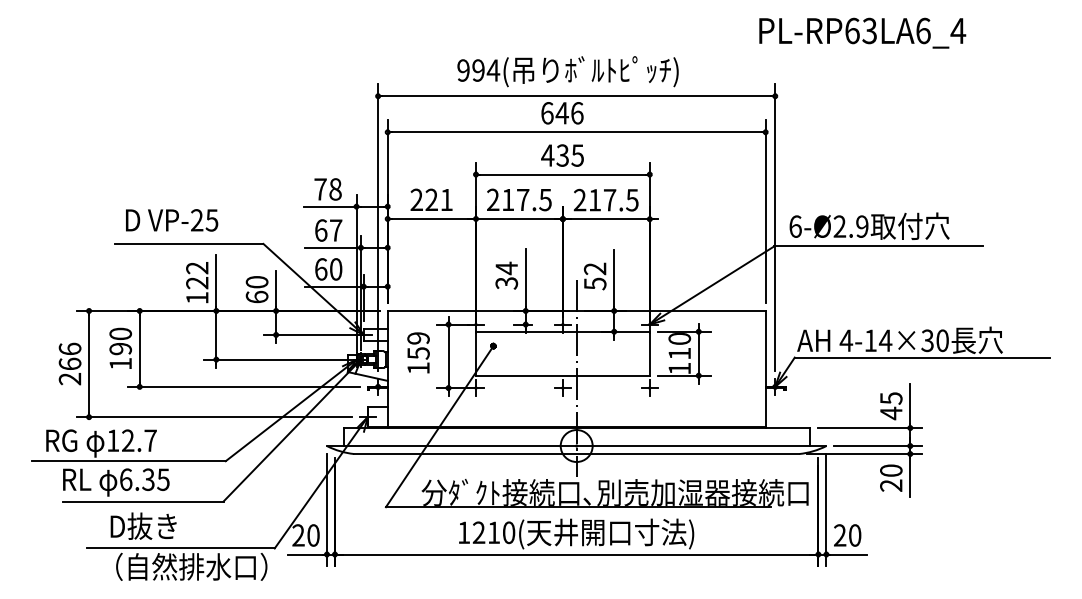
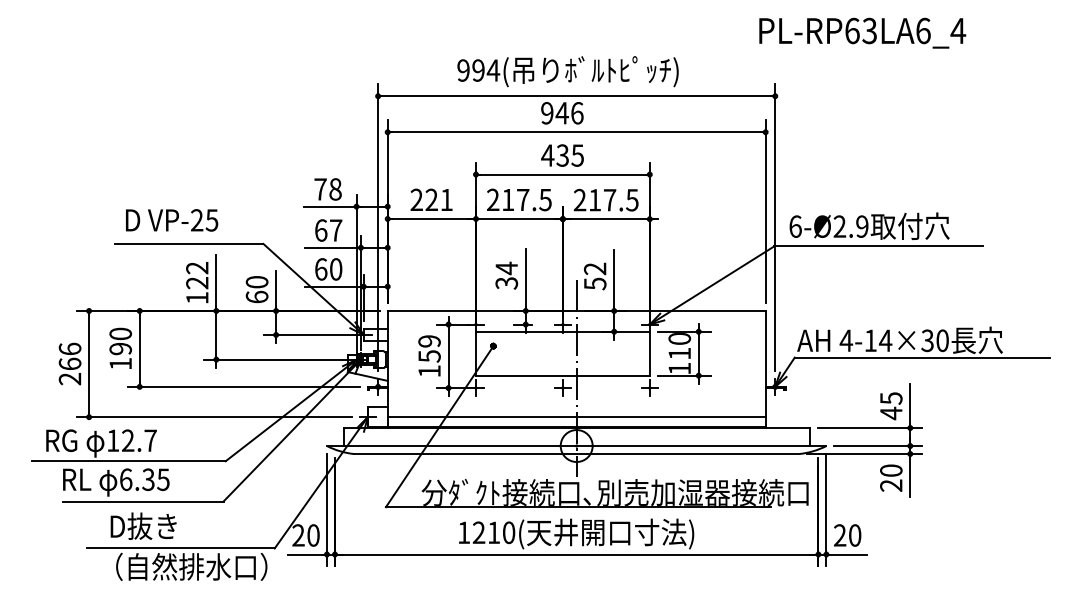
text at (547, 113): 646 -> 946
text at (418, 352) position: (418, 352) -> (429, 355)
line at (576, 417): none -> present
